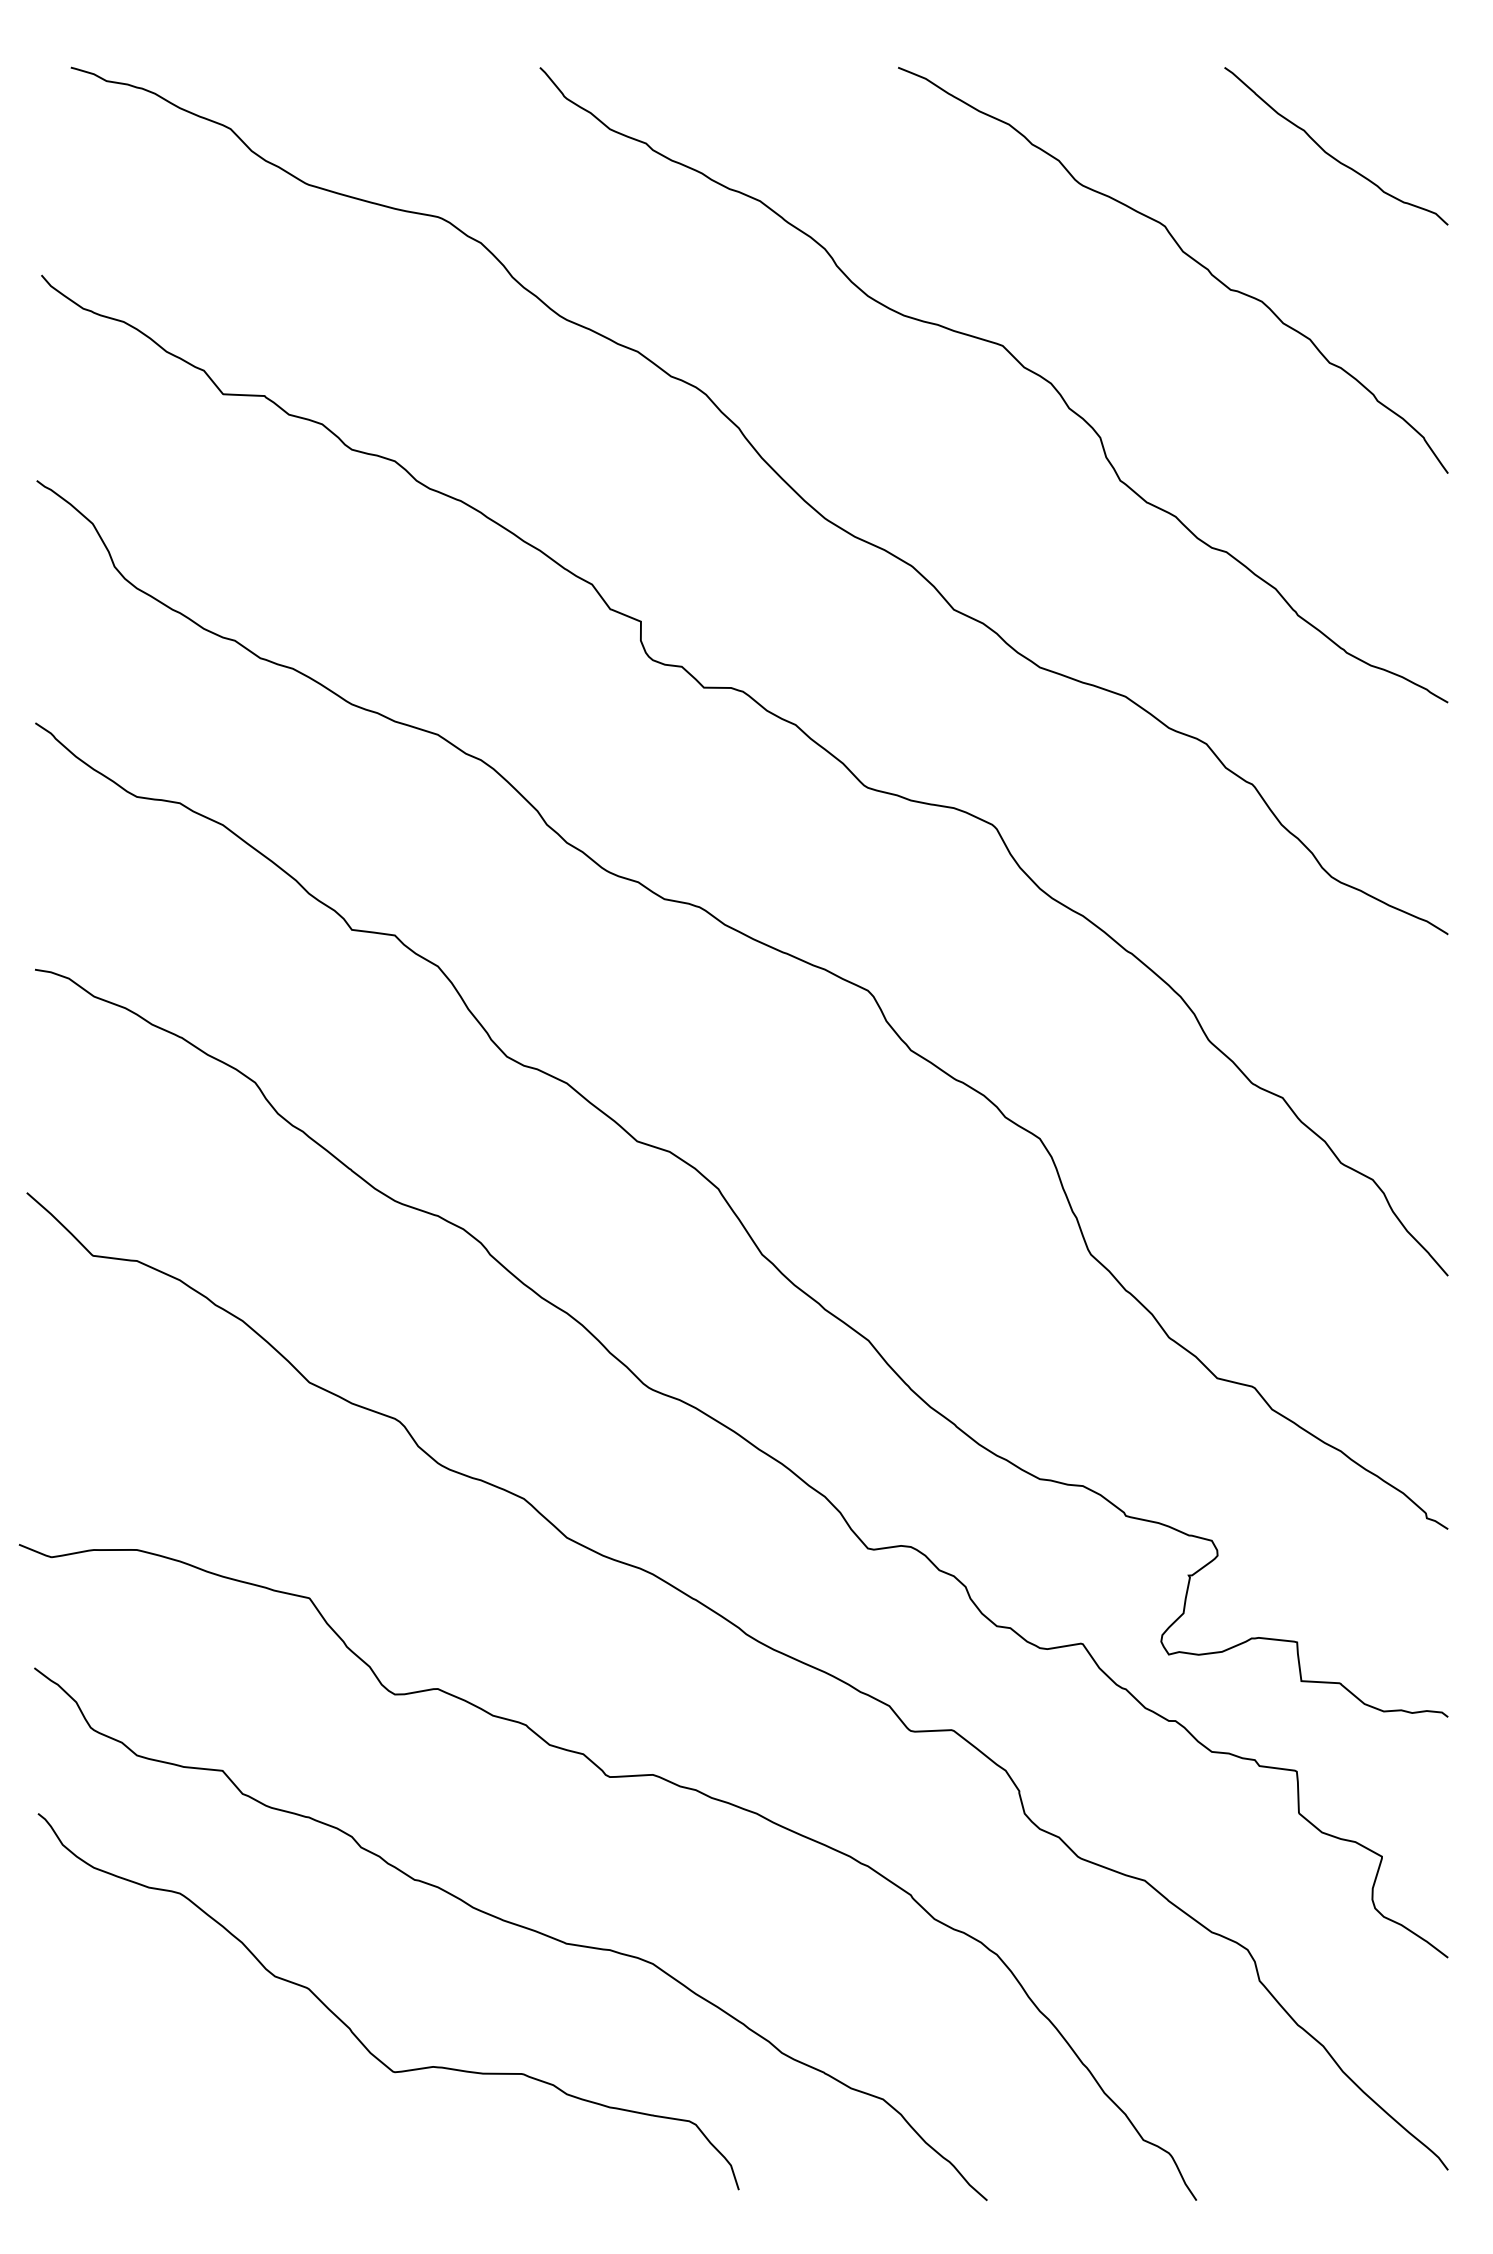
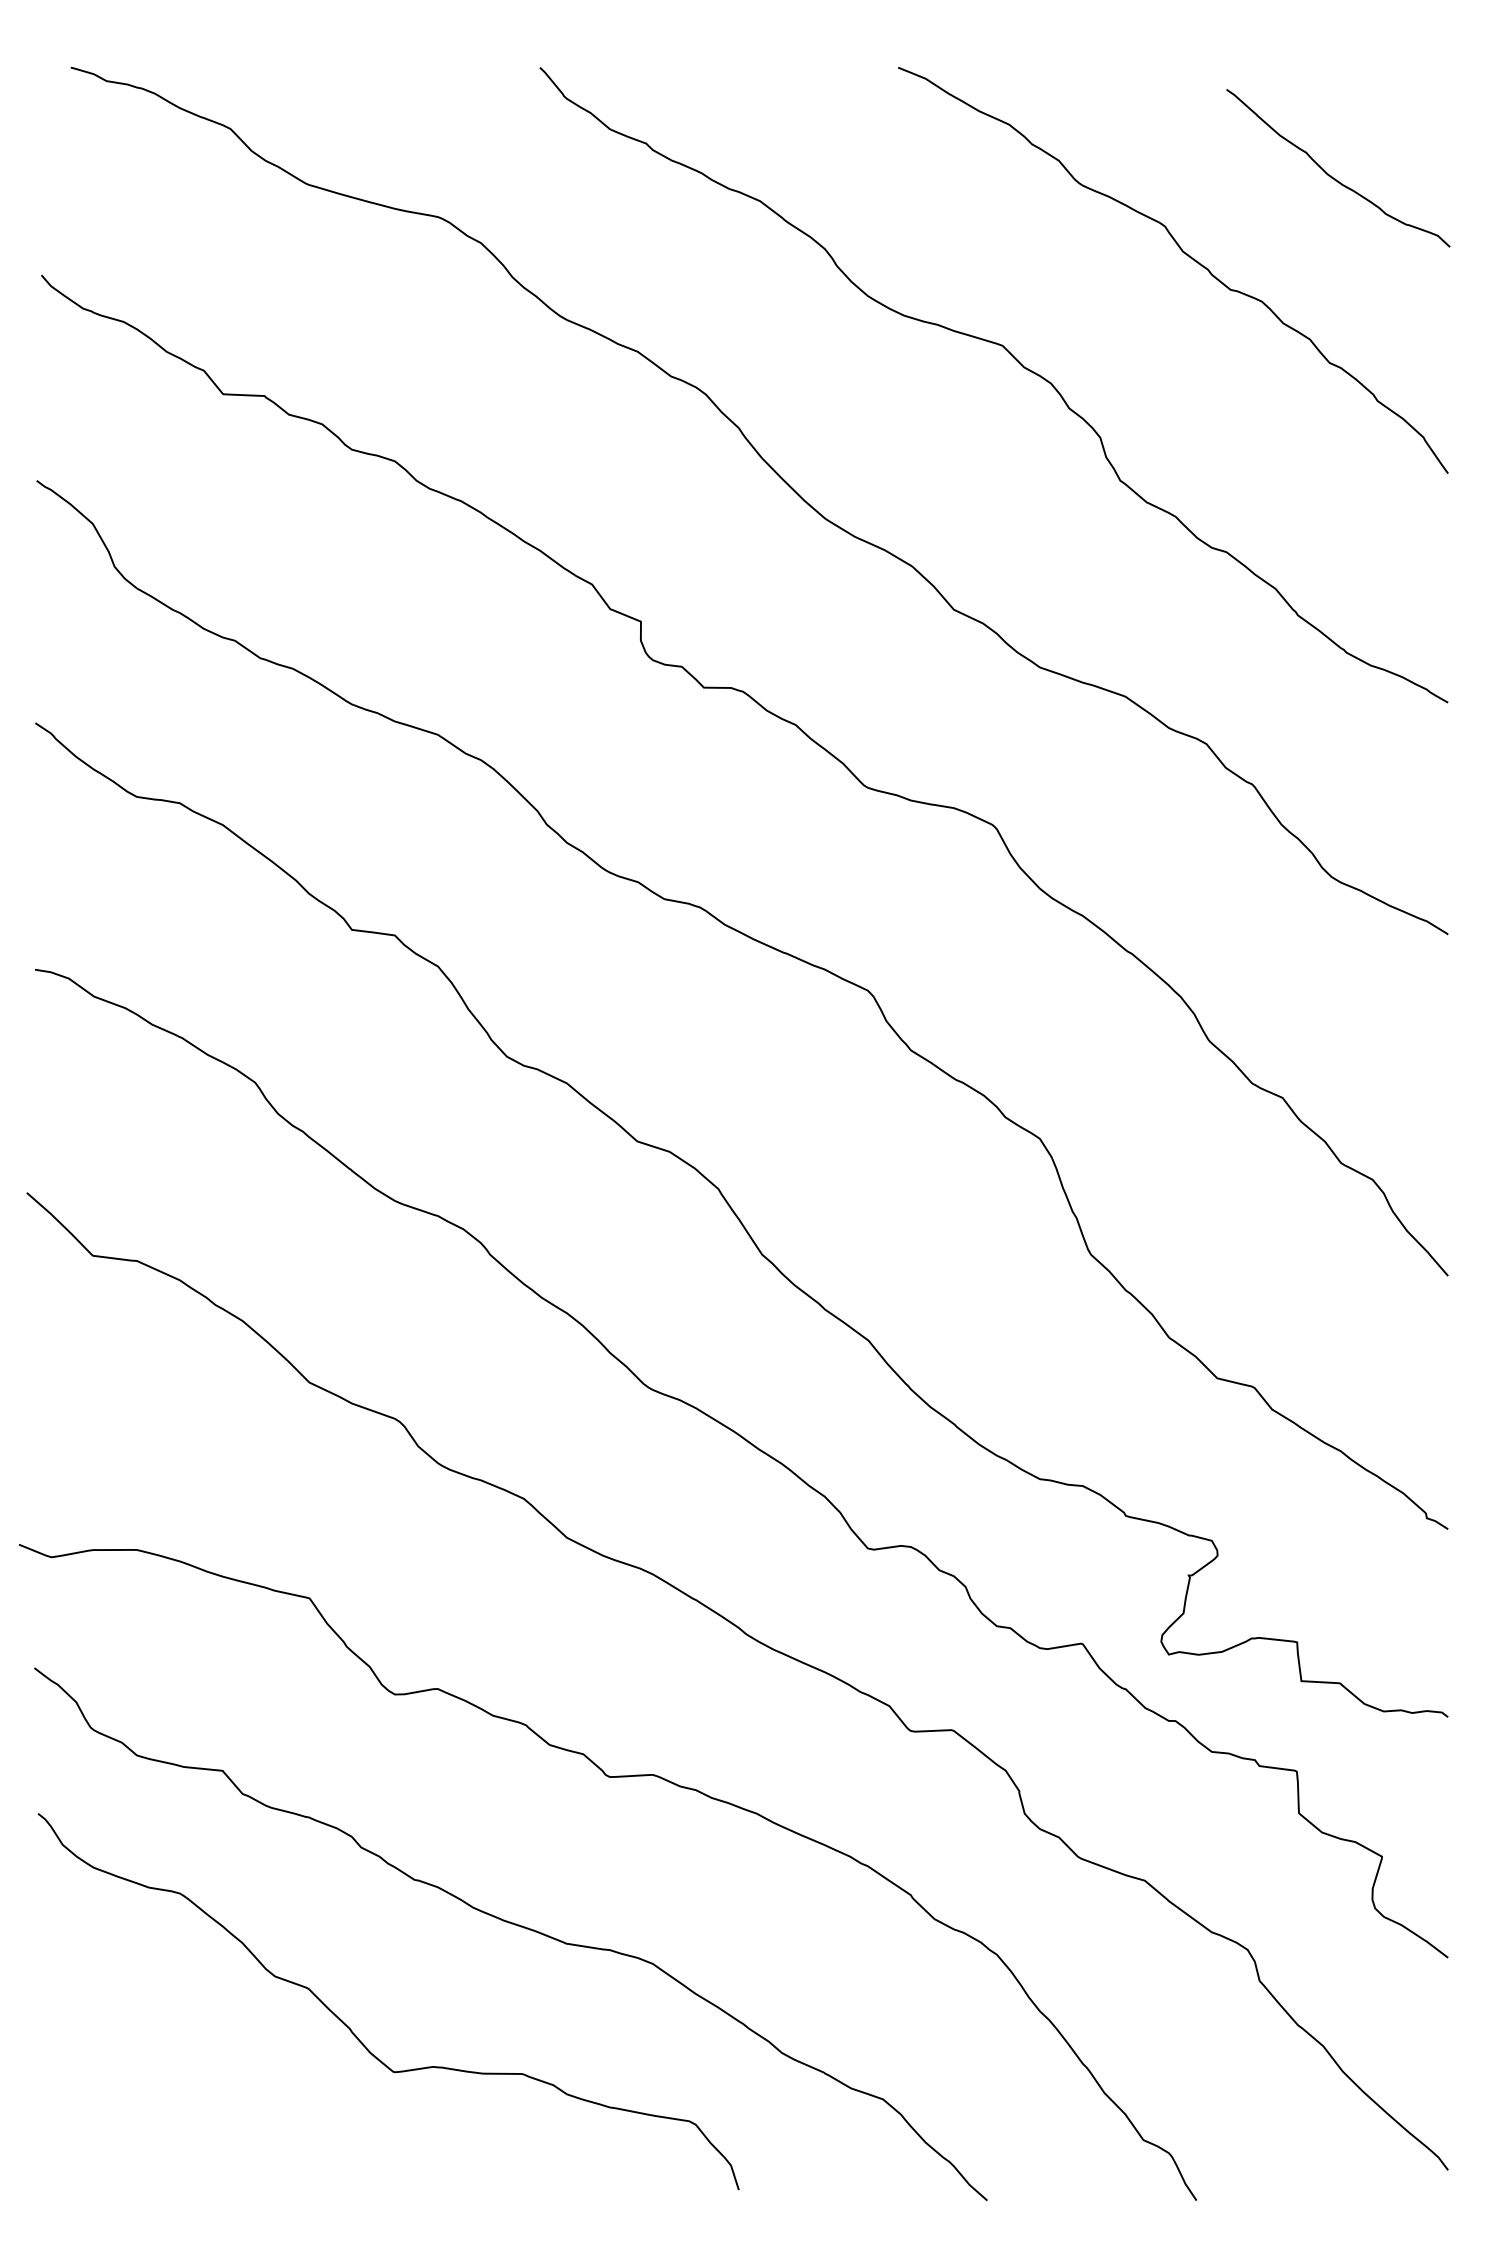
curve at (1329, 153) position: (1329, 153) -> (1331, 175)
